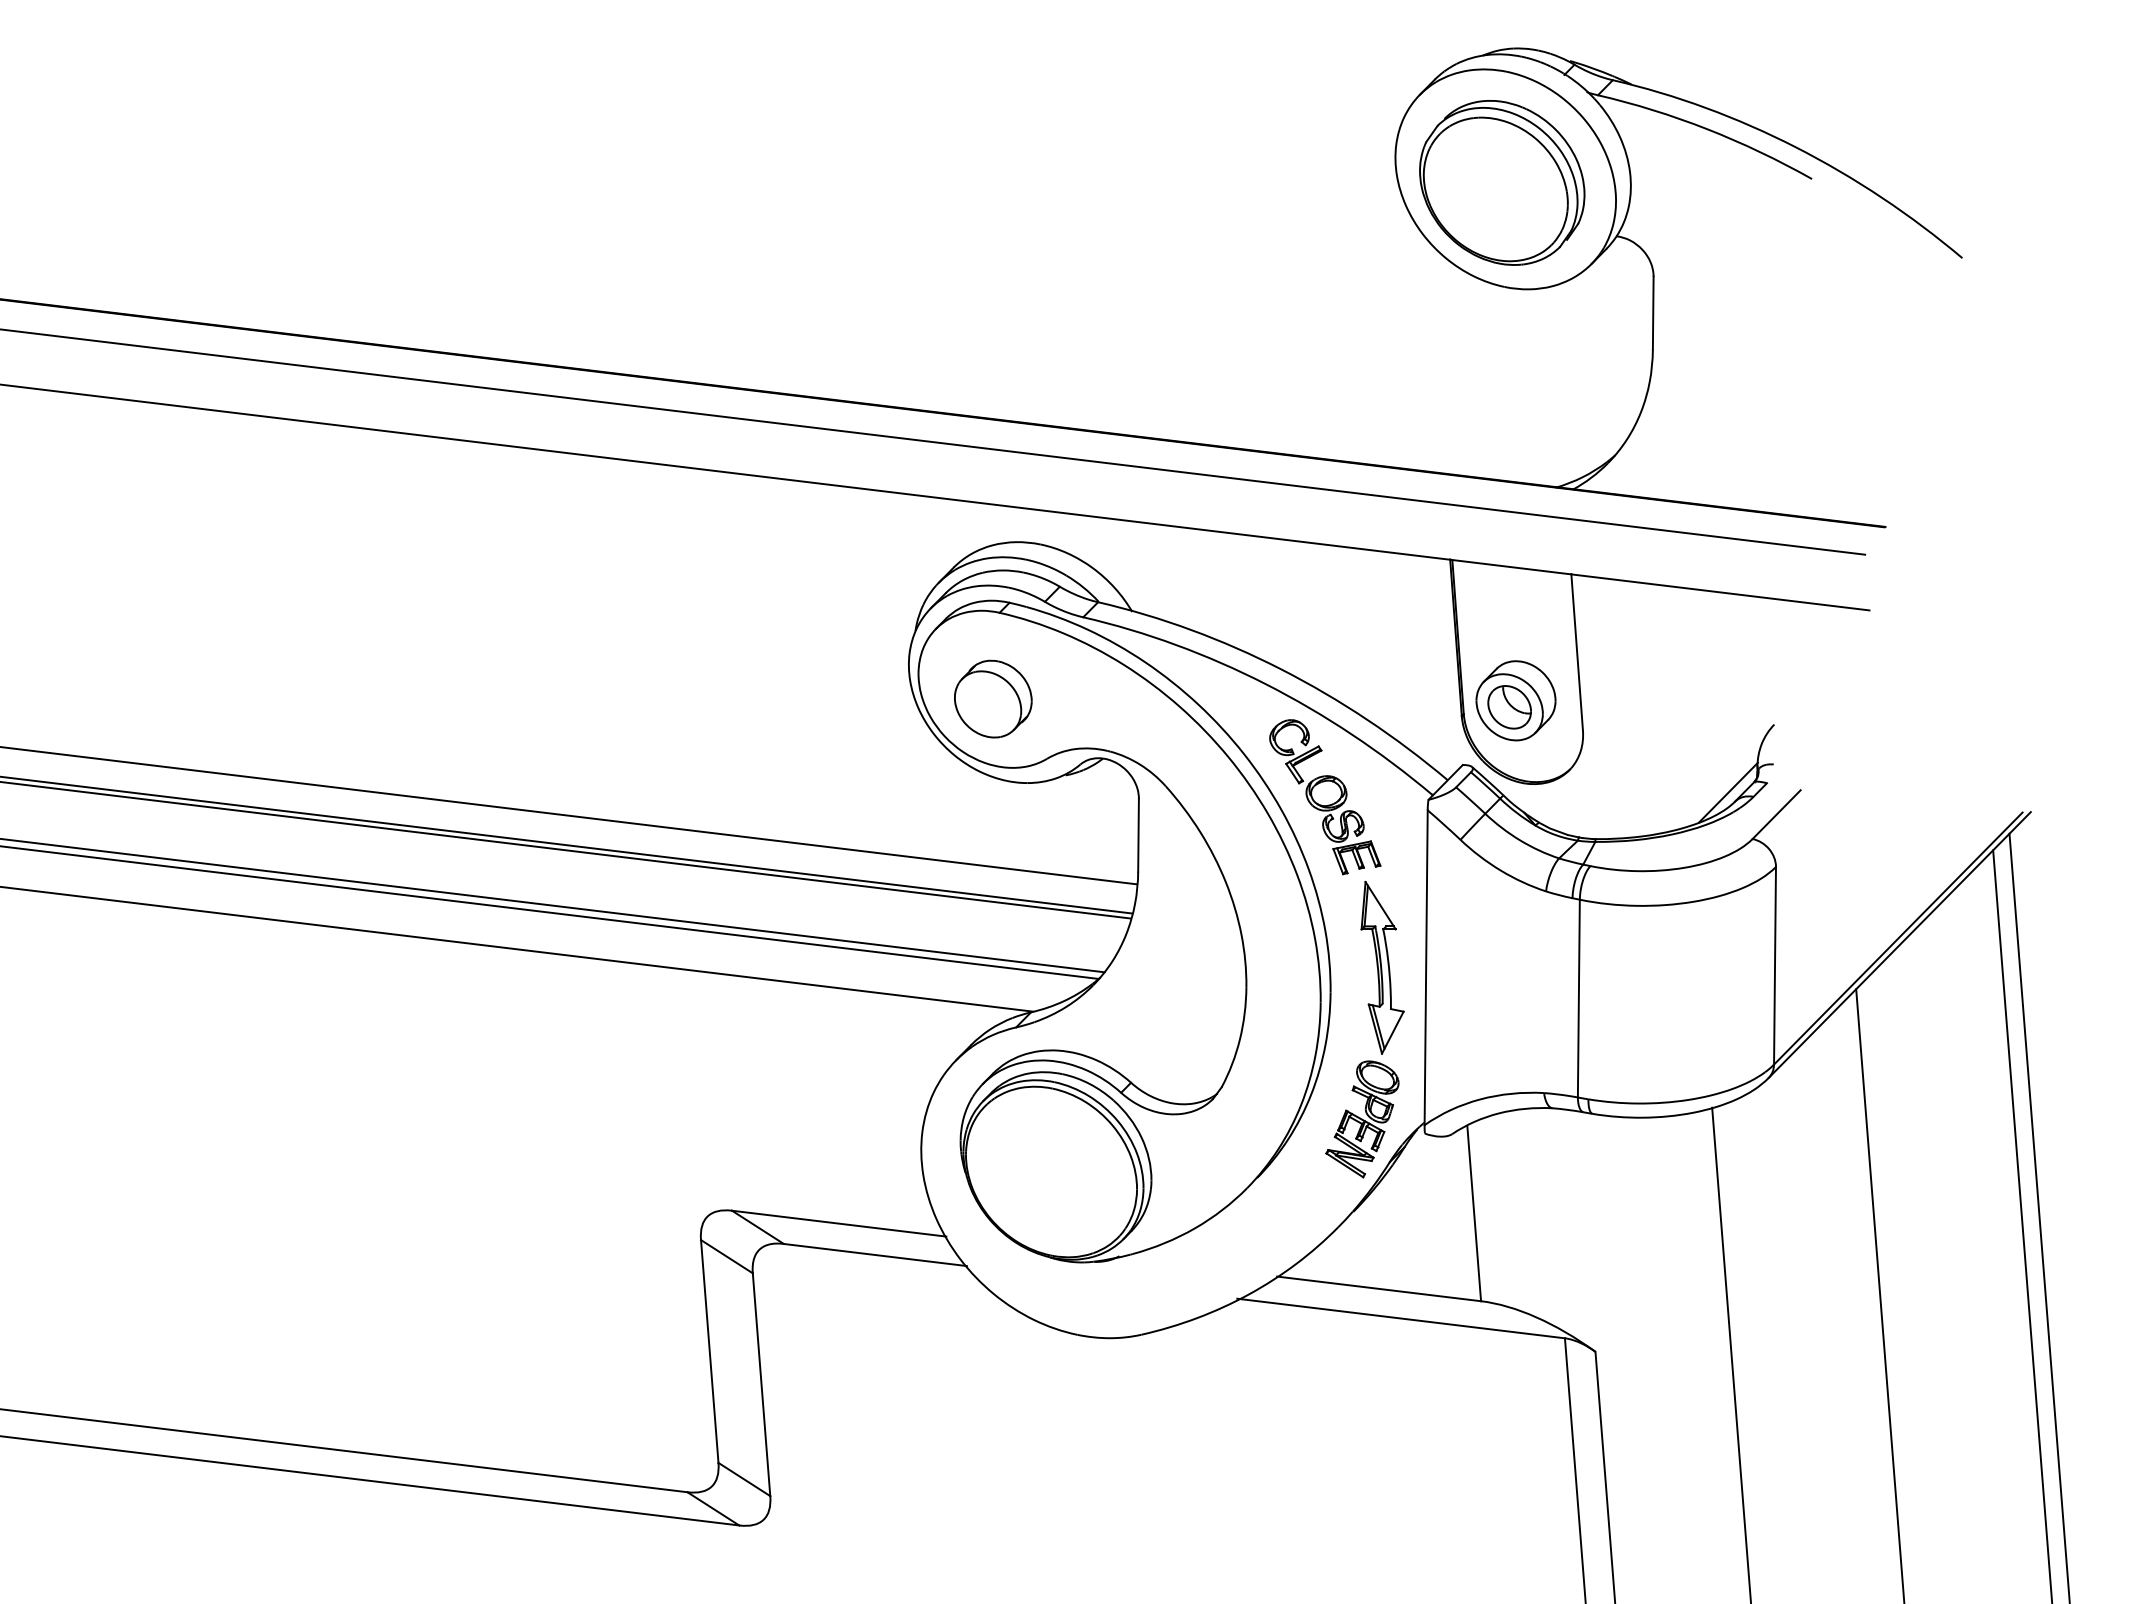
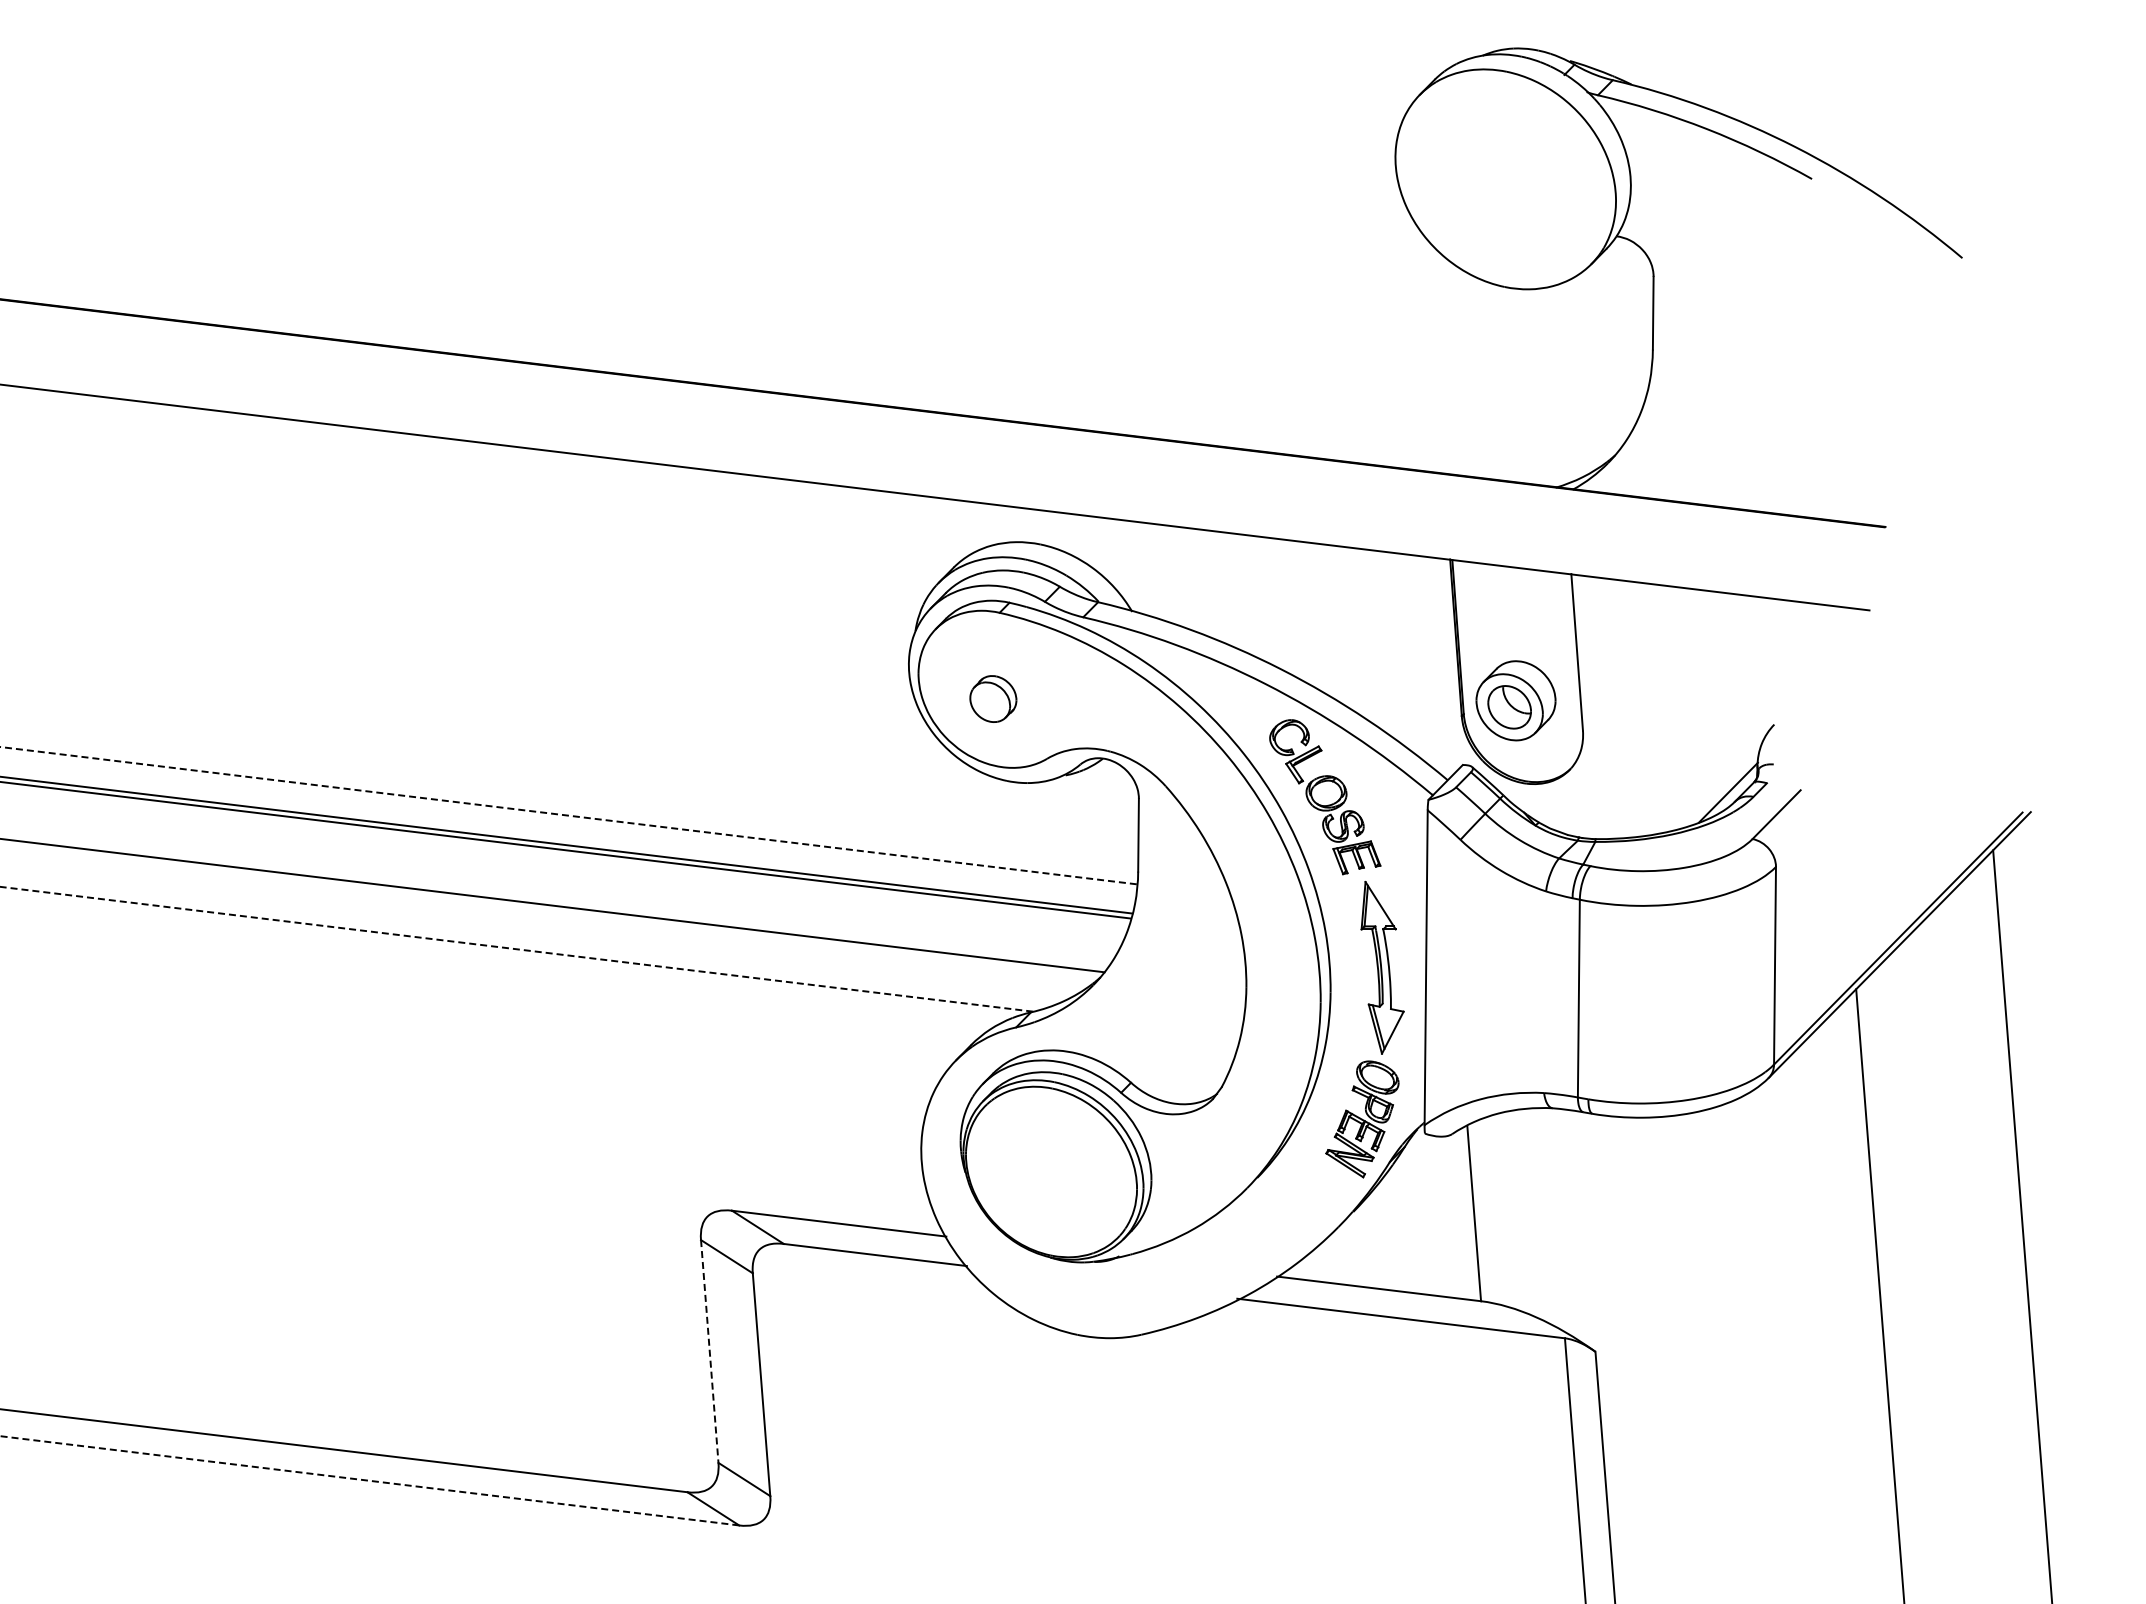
part at (1502, 182): present -> none
line at (933, 441): present -> none
part at (993, 698) size: 79x80 px -> 49x48 px
line at (568, 815): solid -> dashed
line at (550, 912): present -> none
line at (517, 949): solid -> dashed
line at (2039, 1216): present -> none
line at (709, 1351): solid -> dashed
line at (1731, 1353): present -> none
line at (370, 1480): solid -> dashed
